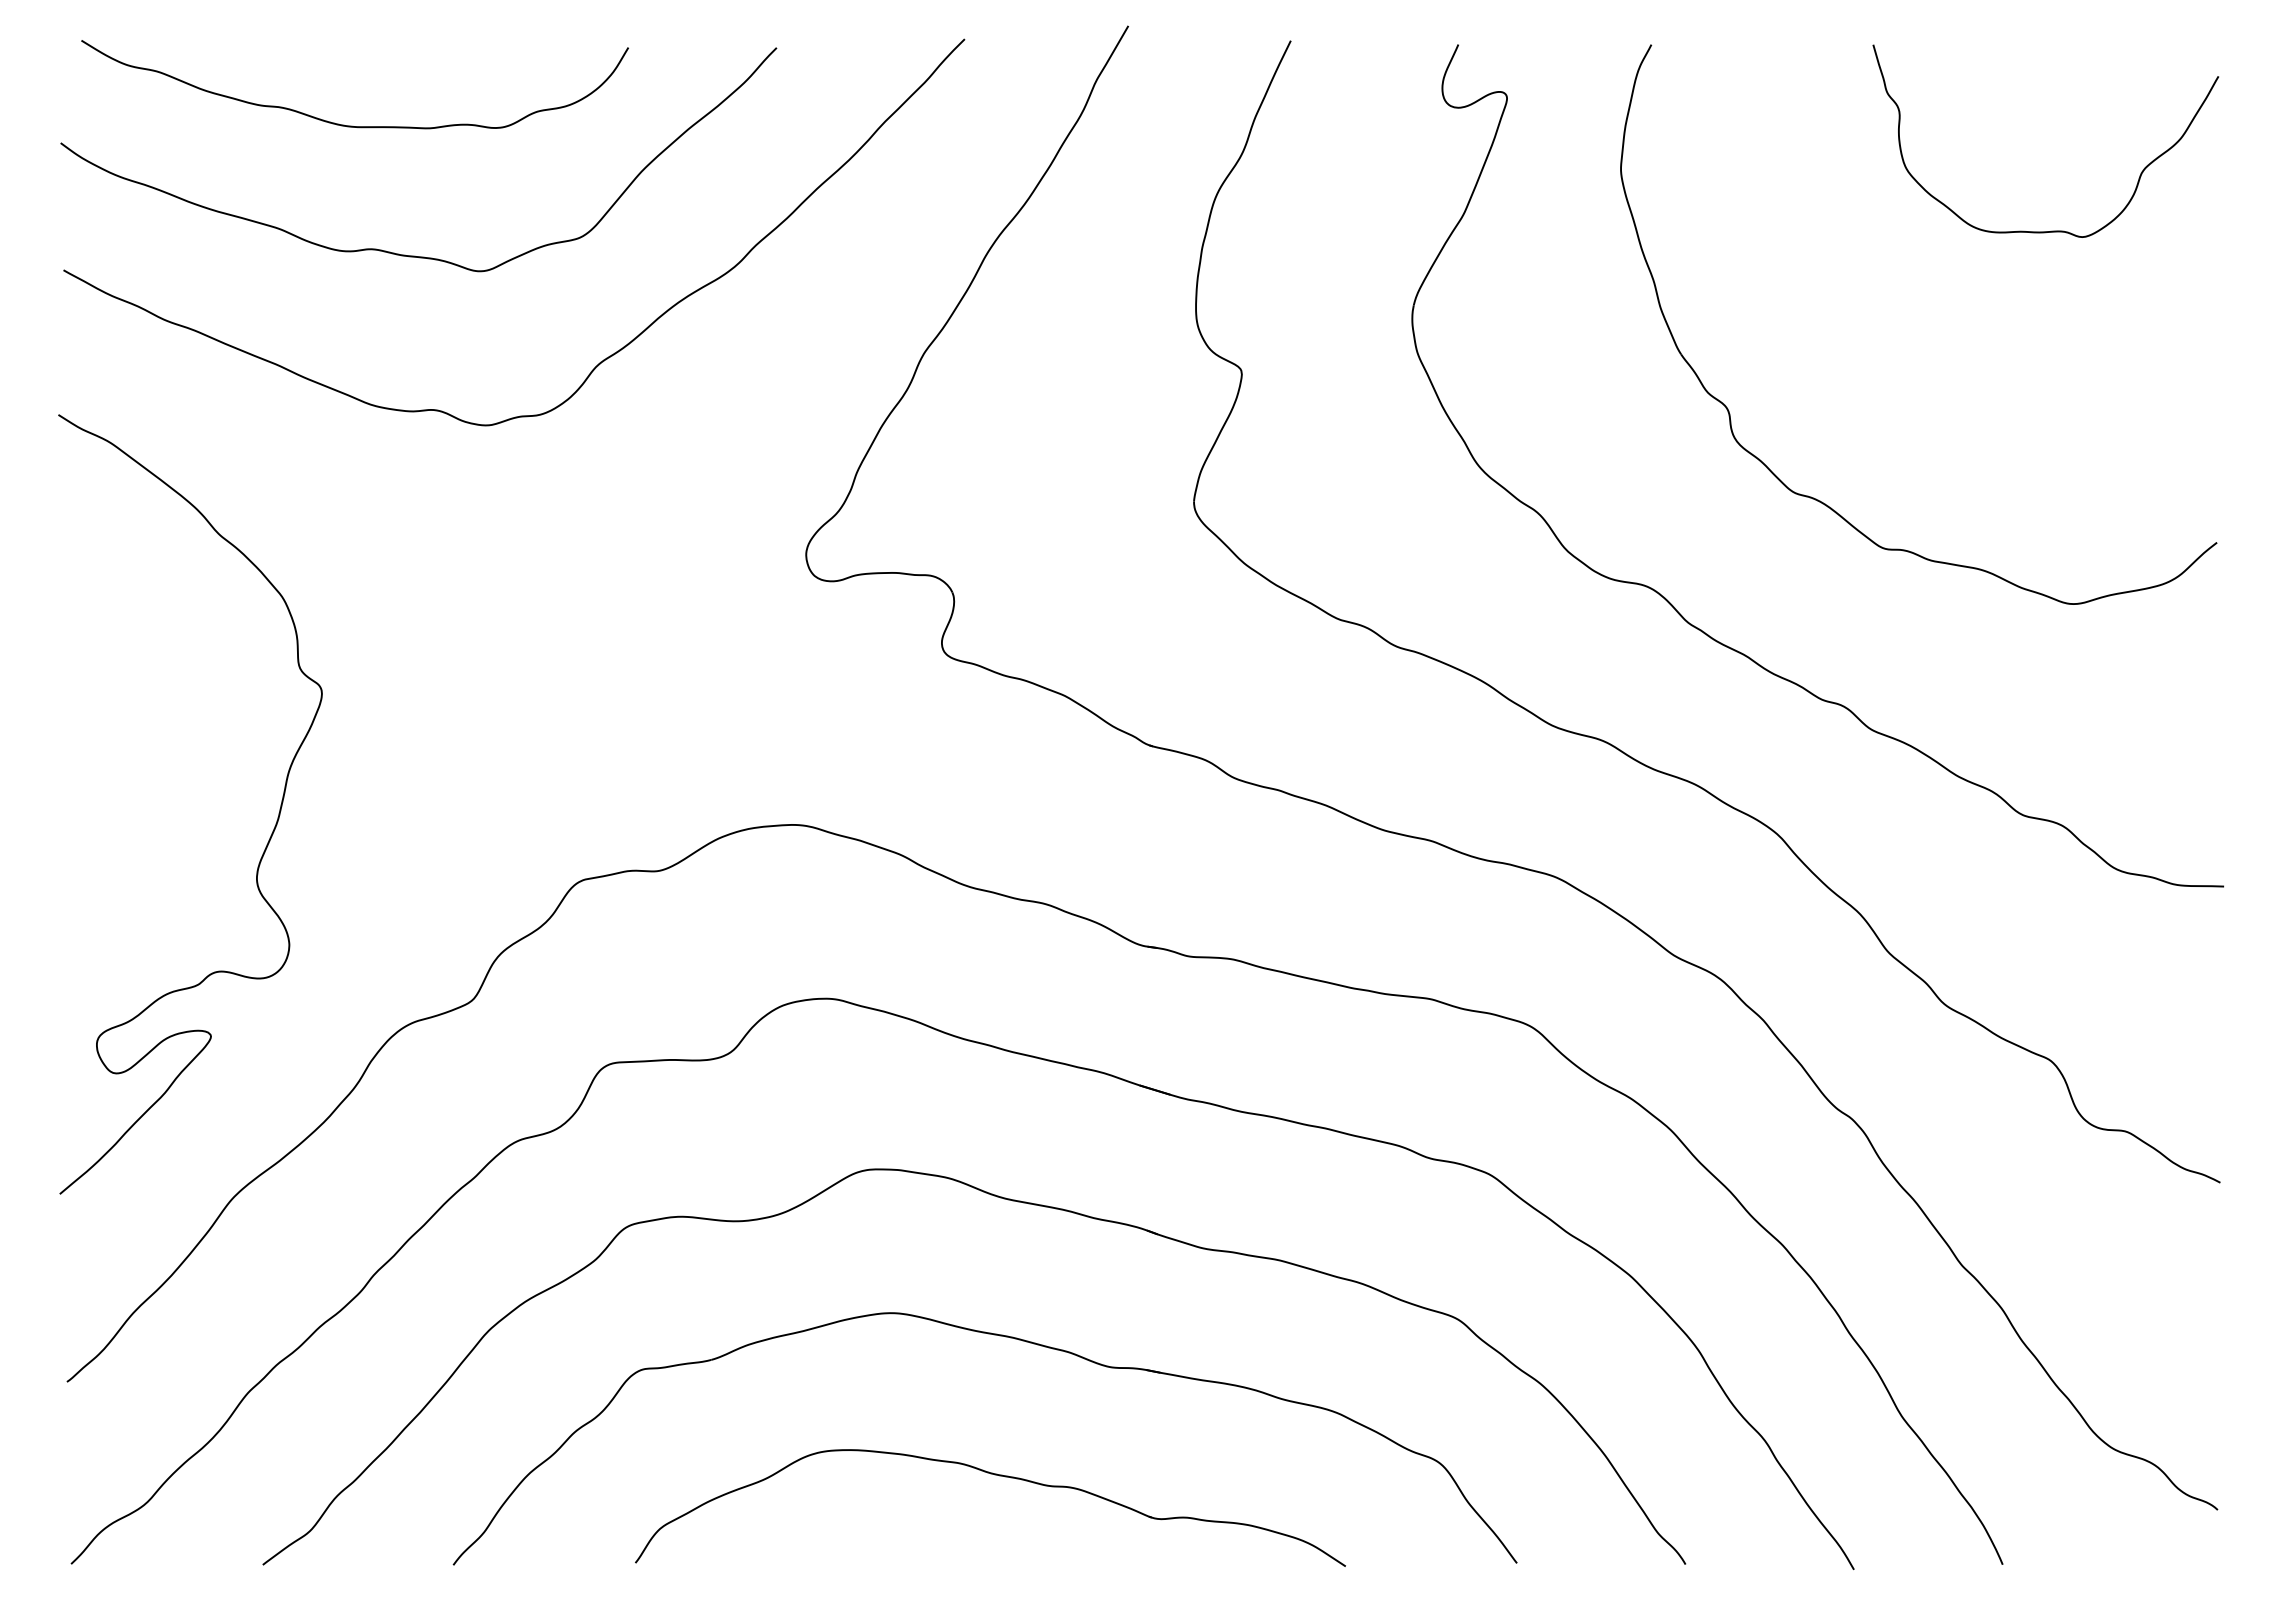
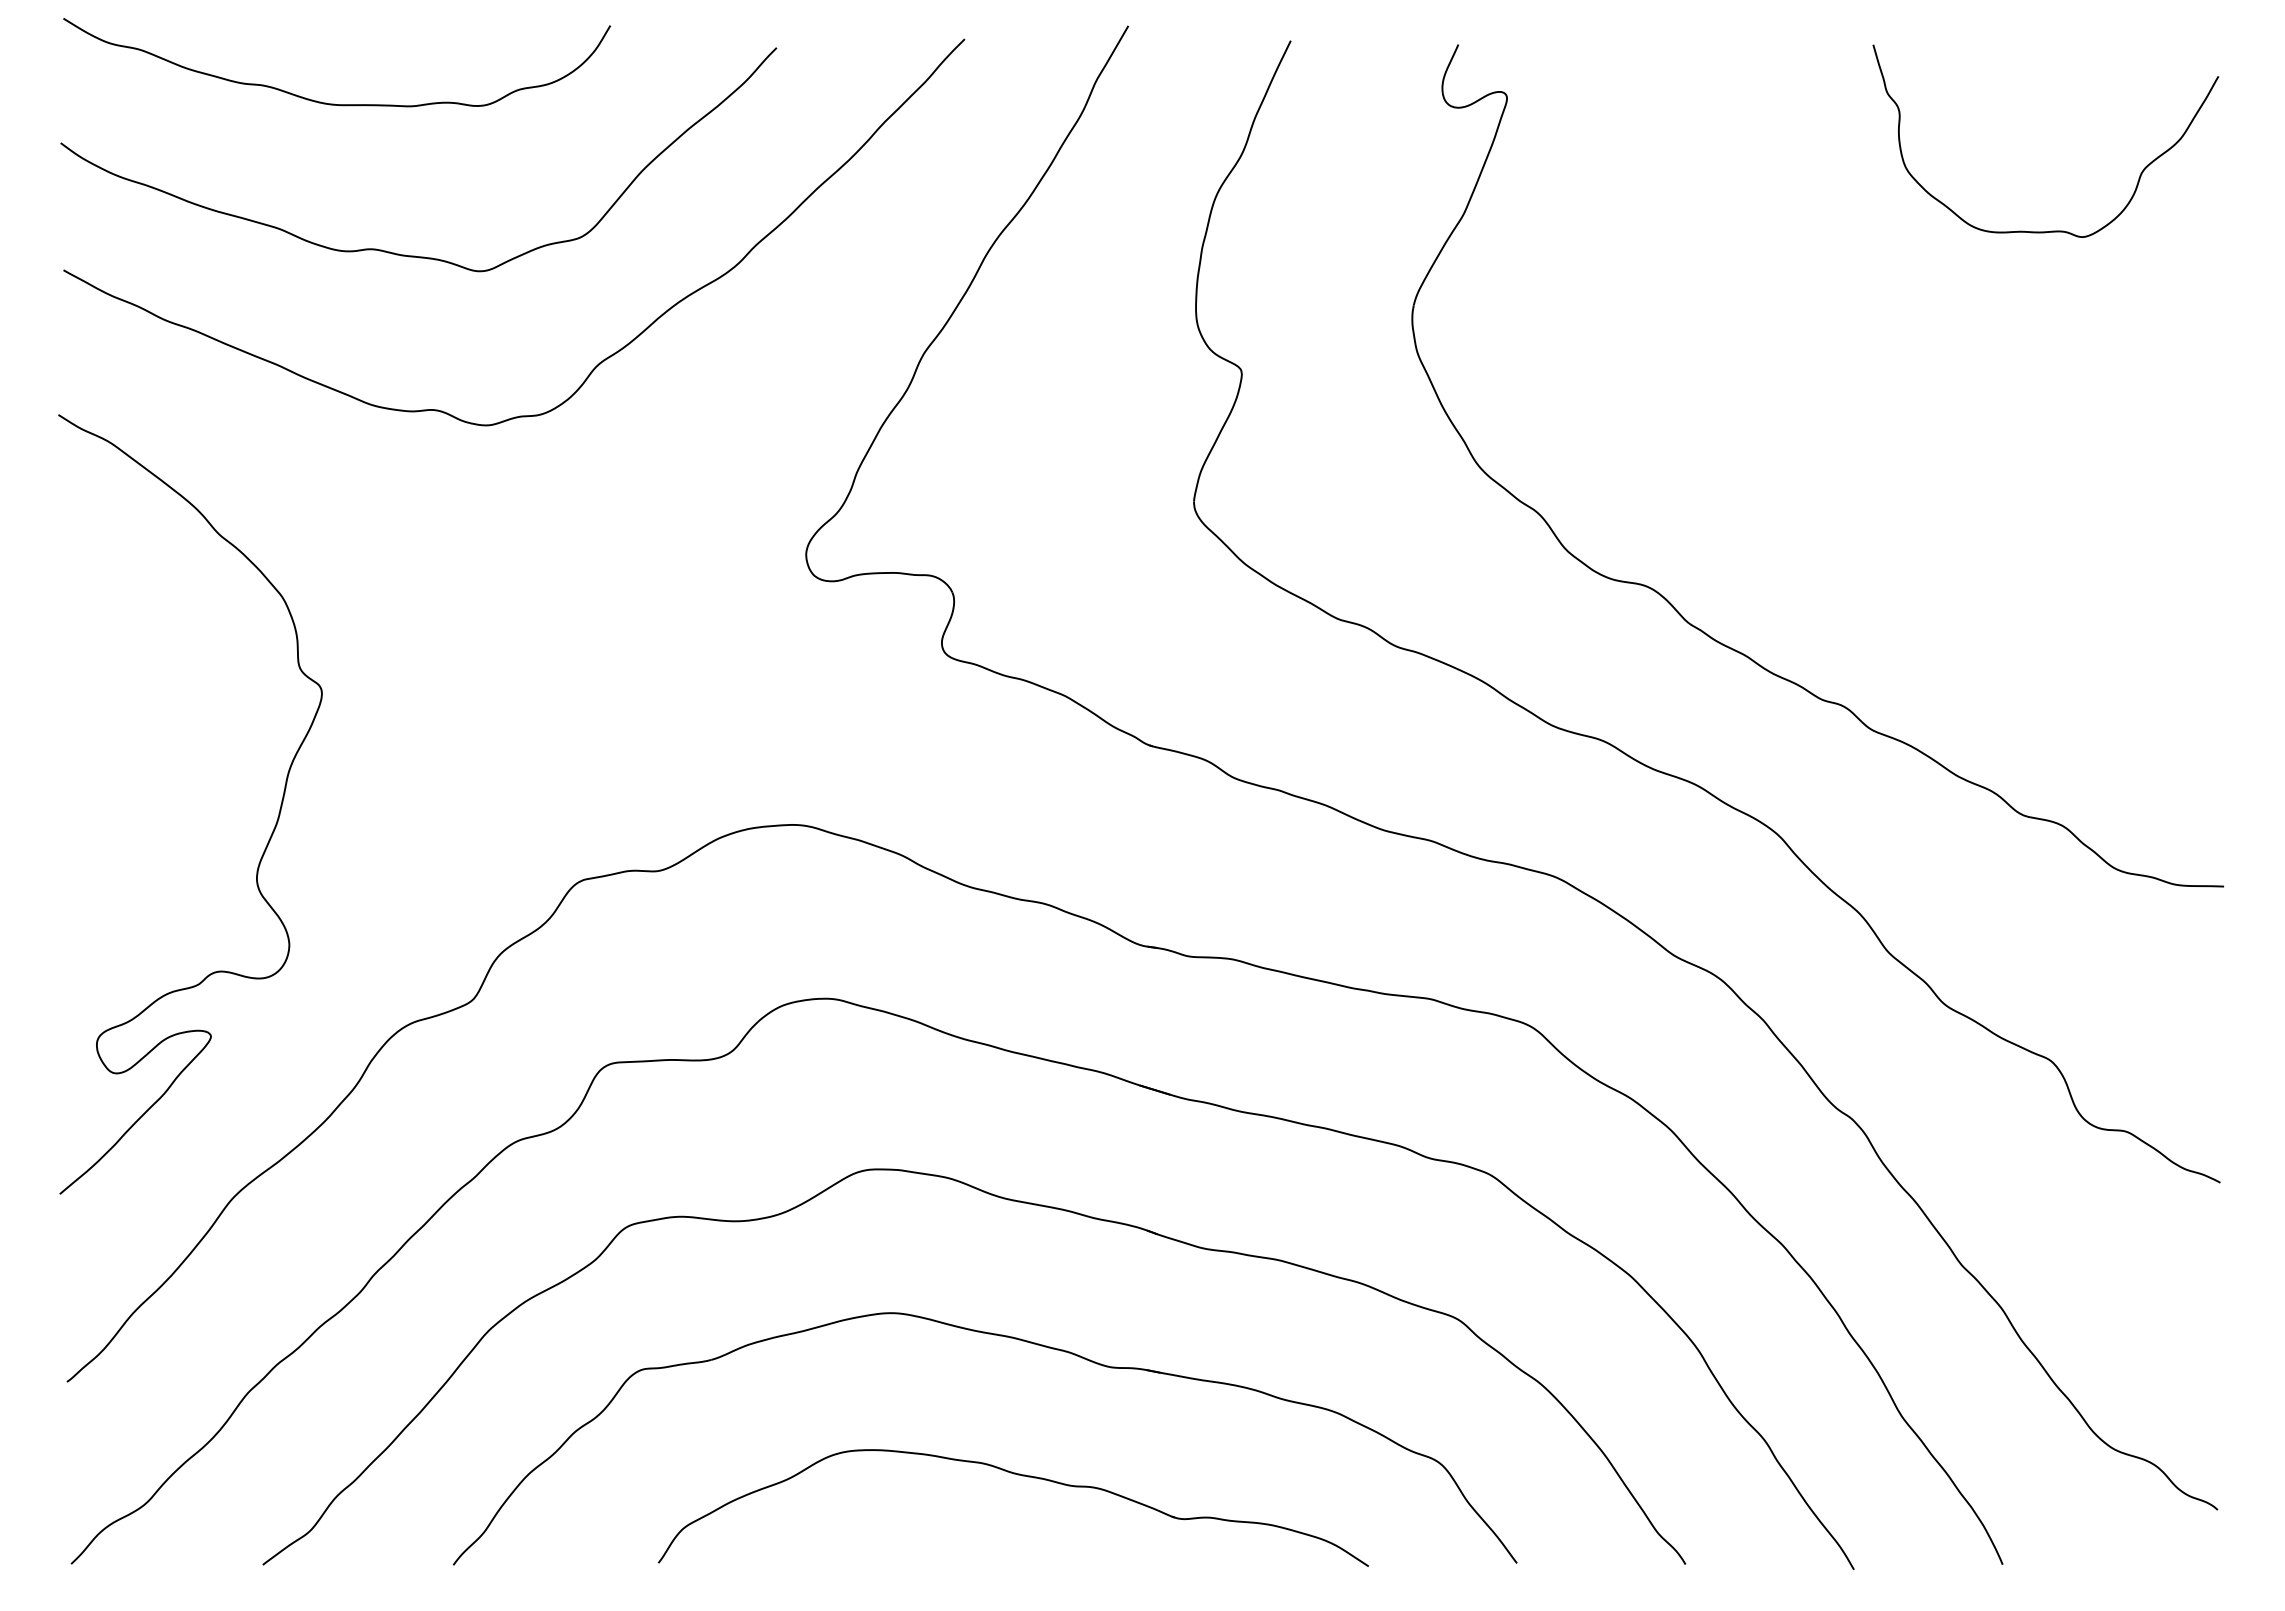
curve at (352, 125) position: (352, 125) -> (334, 103)
part at (1822, 501): present -> none
part at (994, 1475) position: (994, 1475) -> (1017, 1475)
